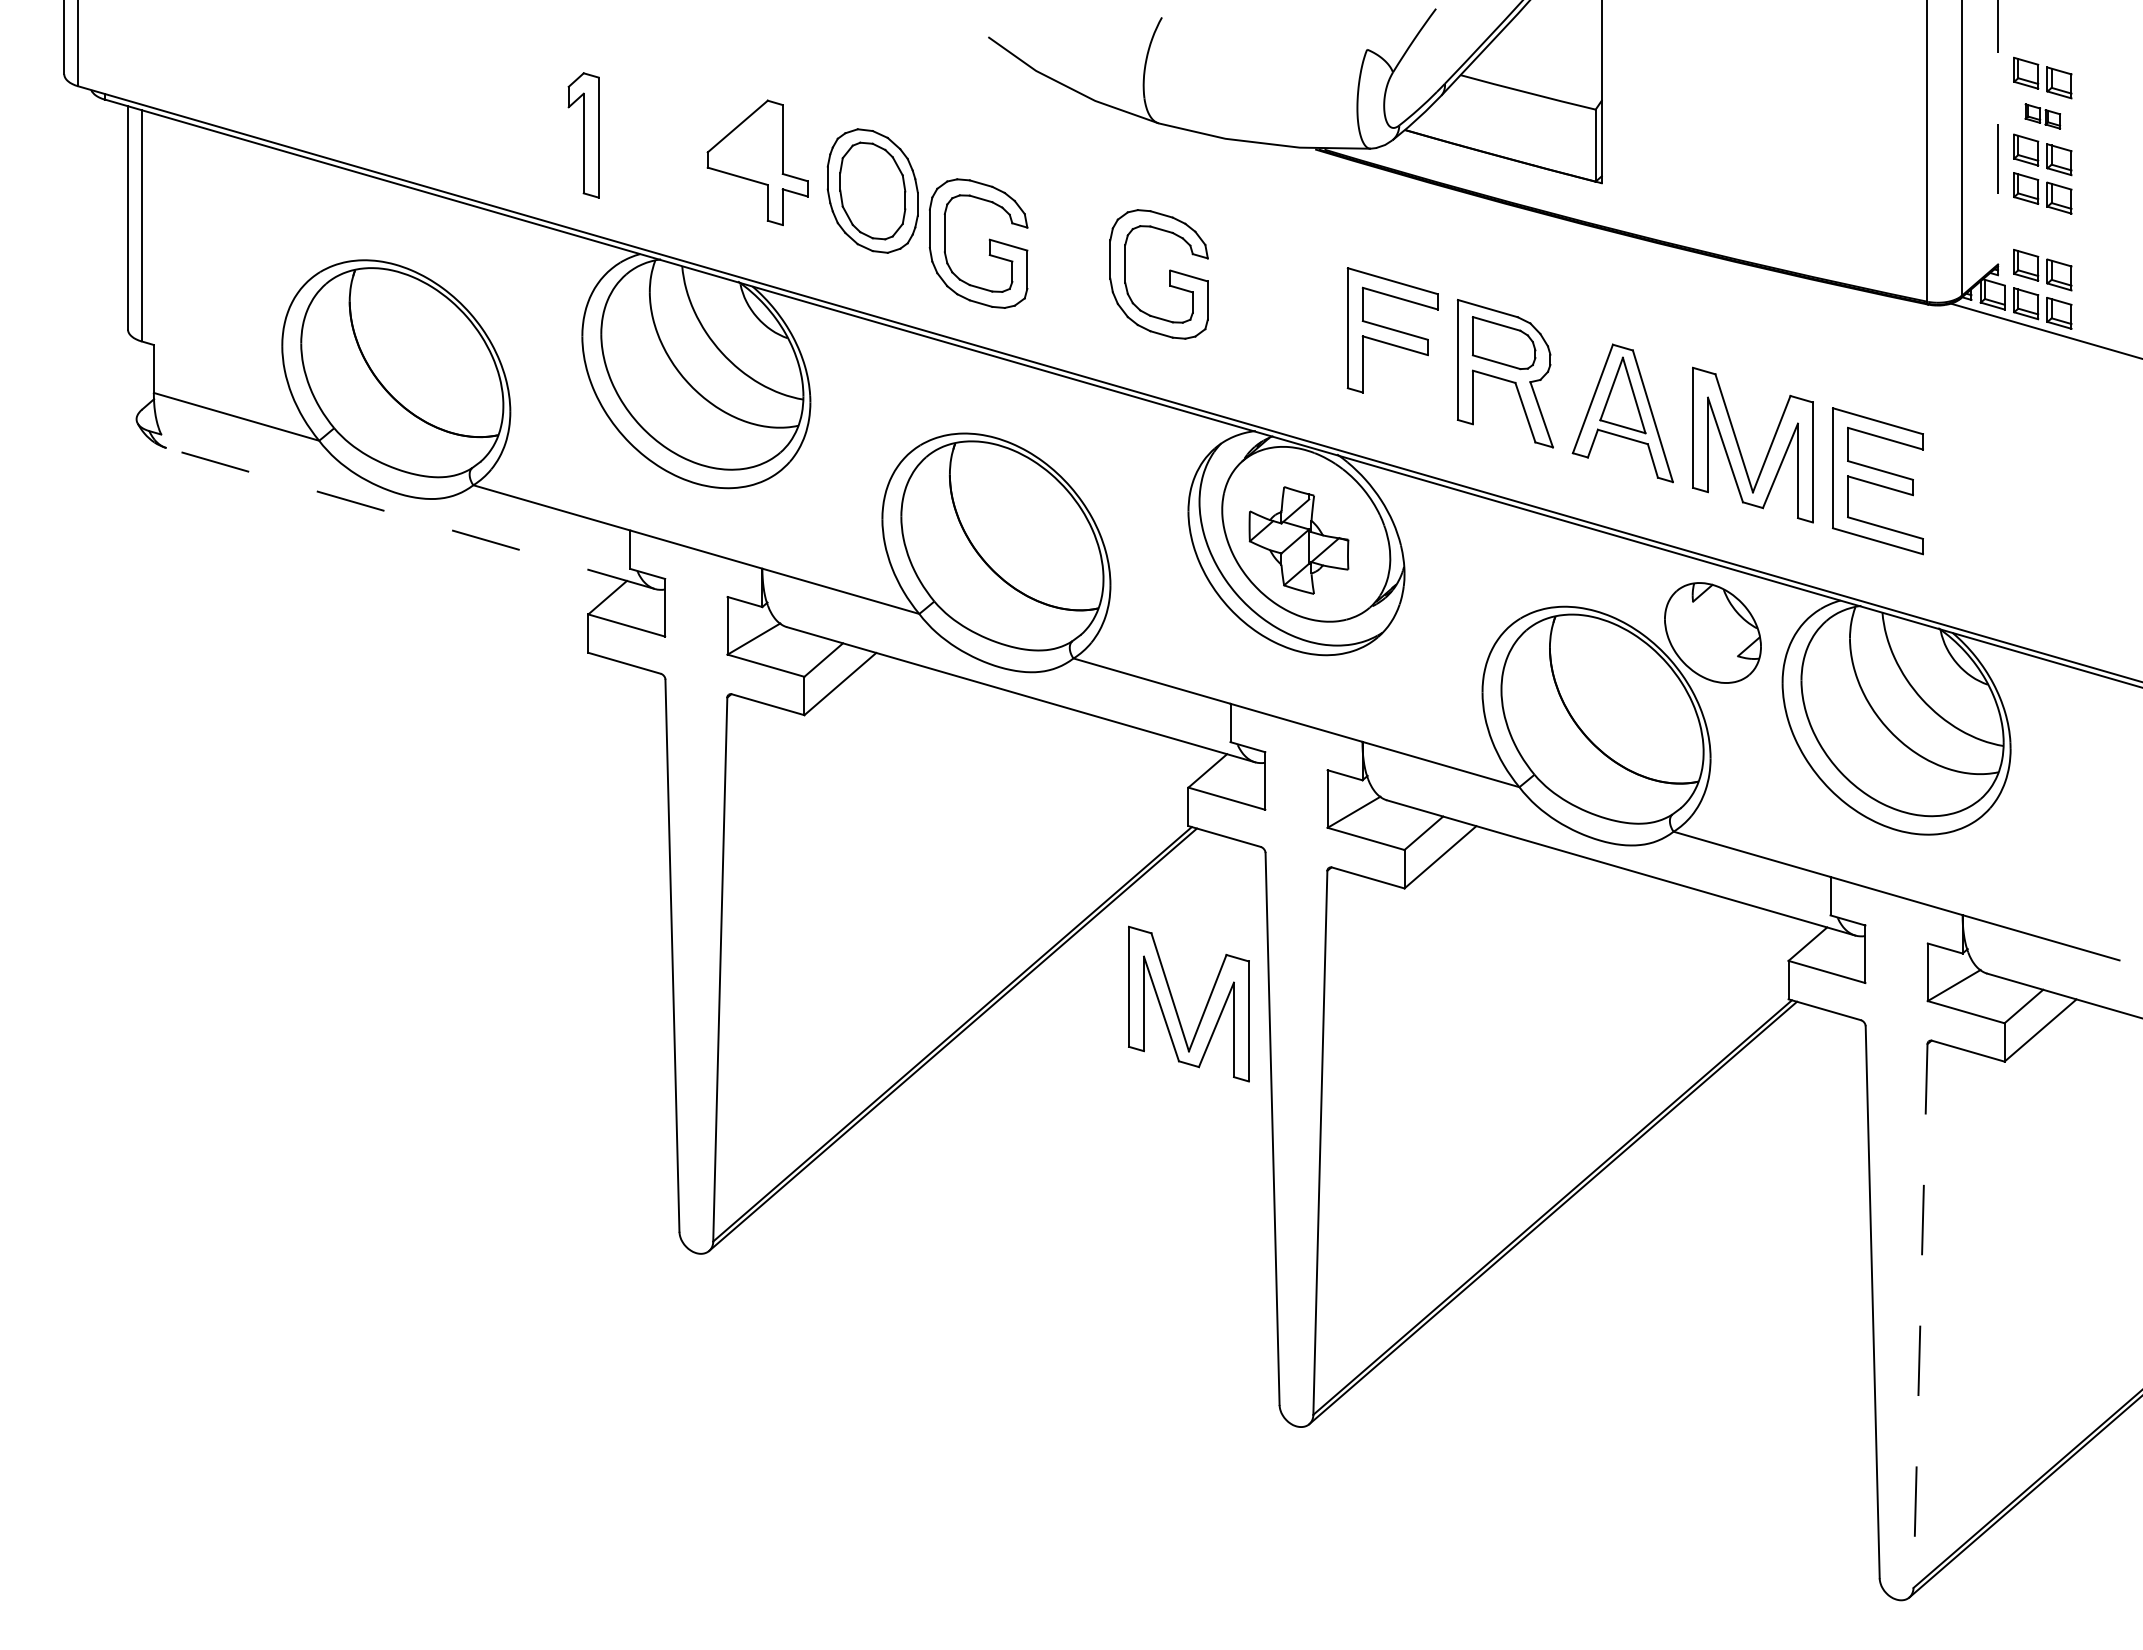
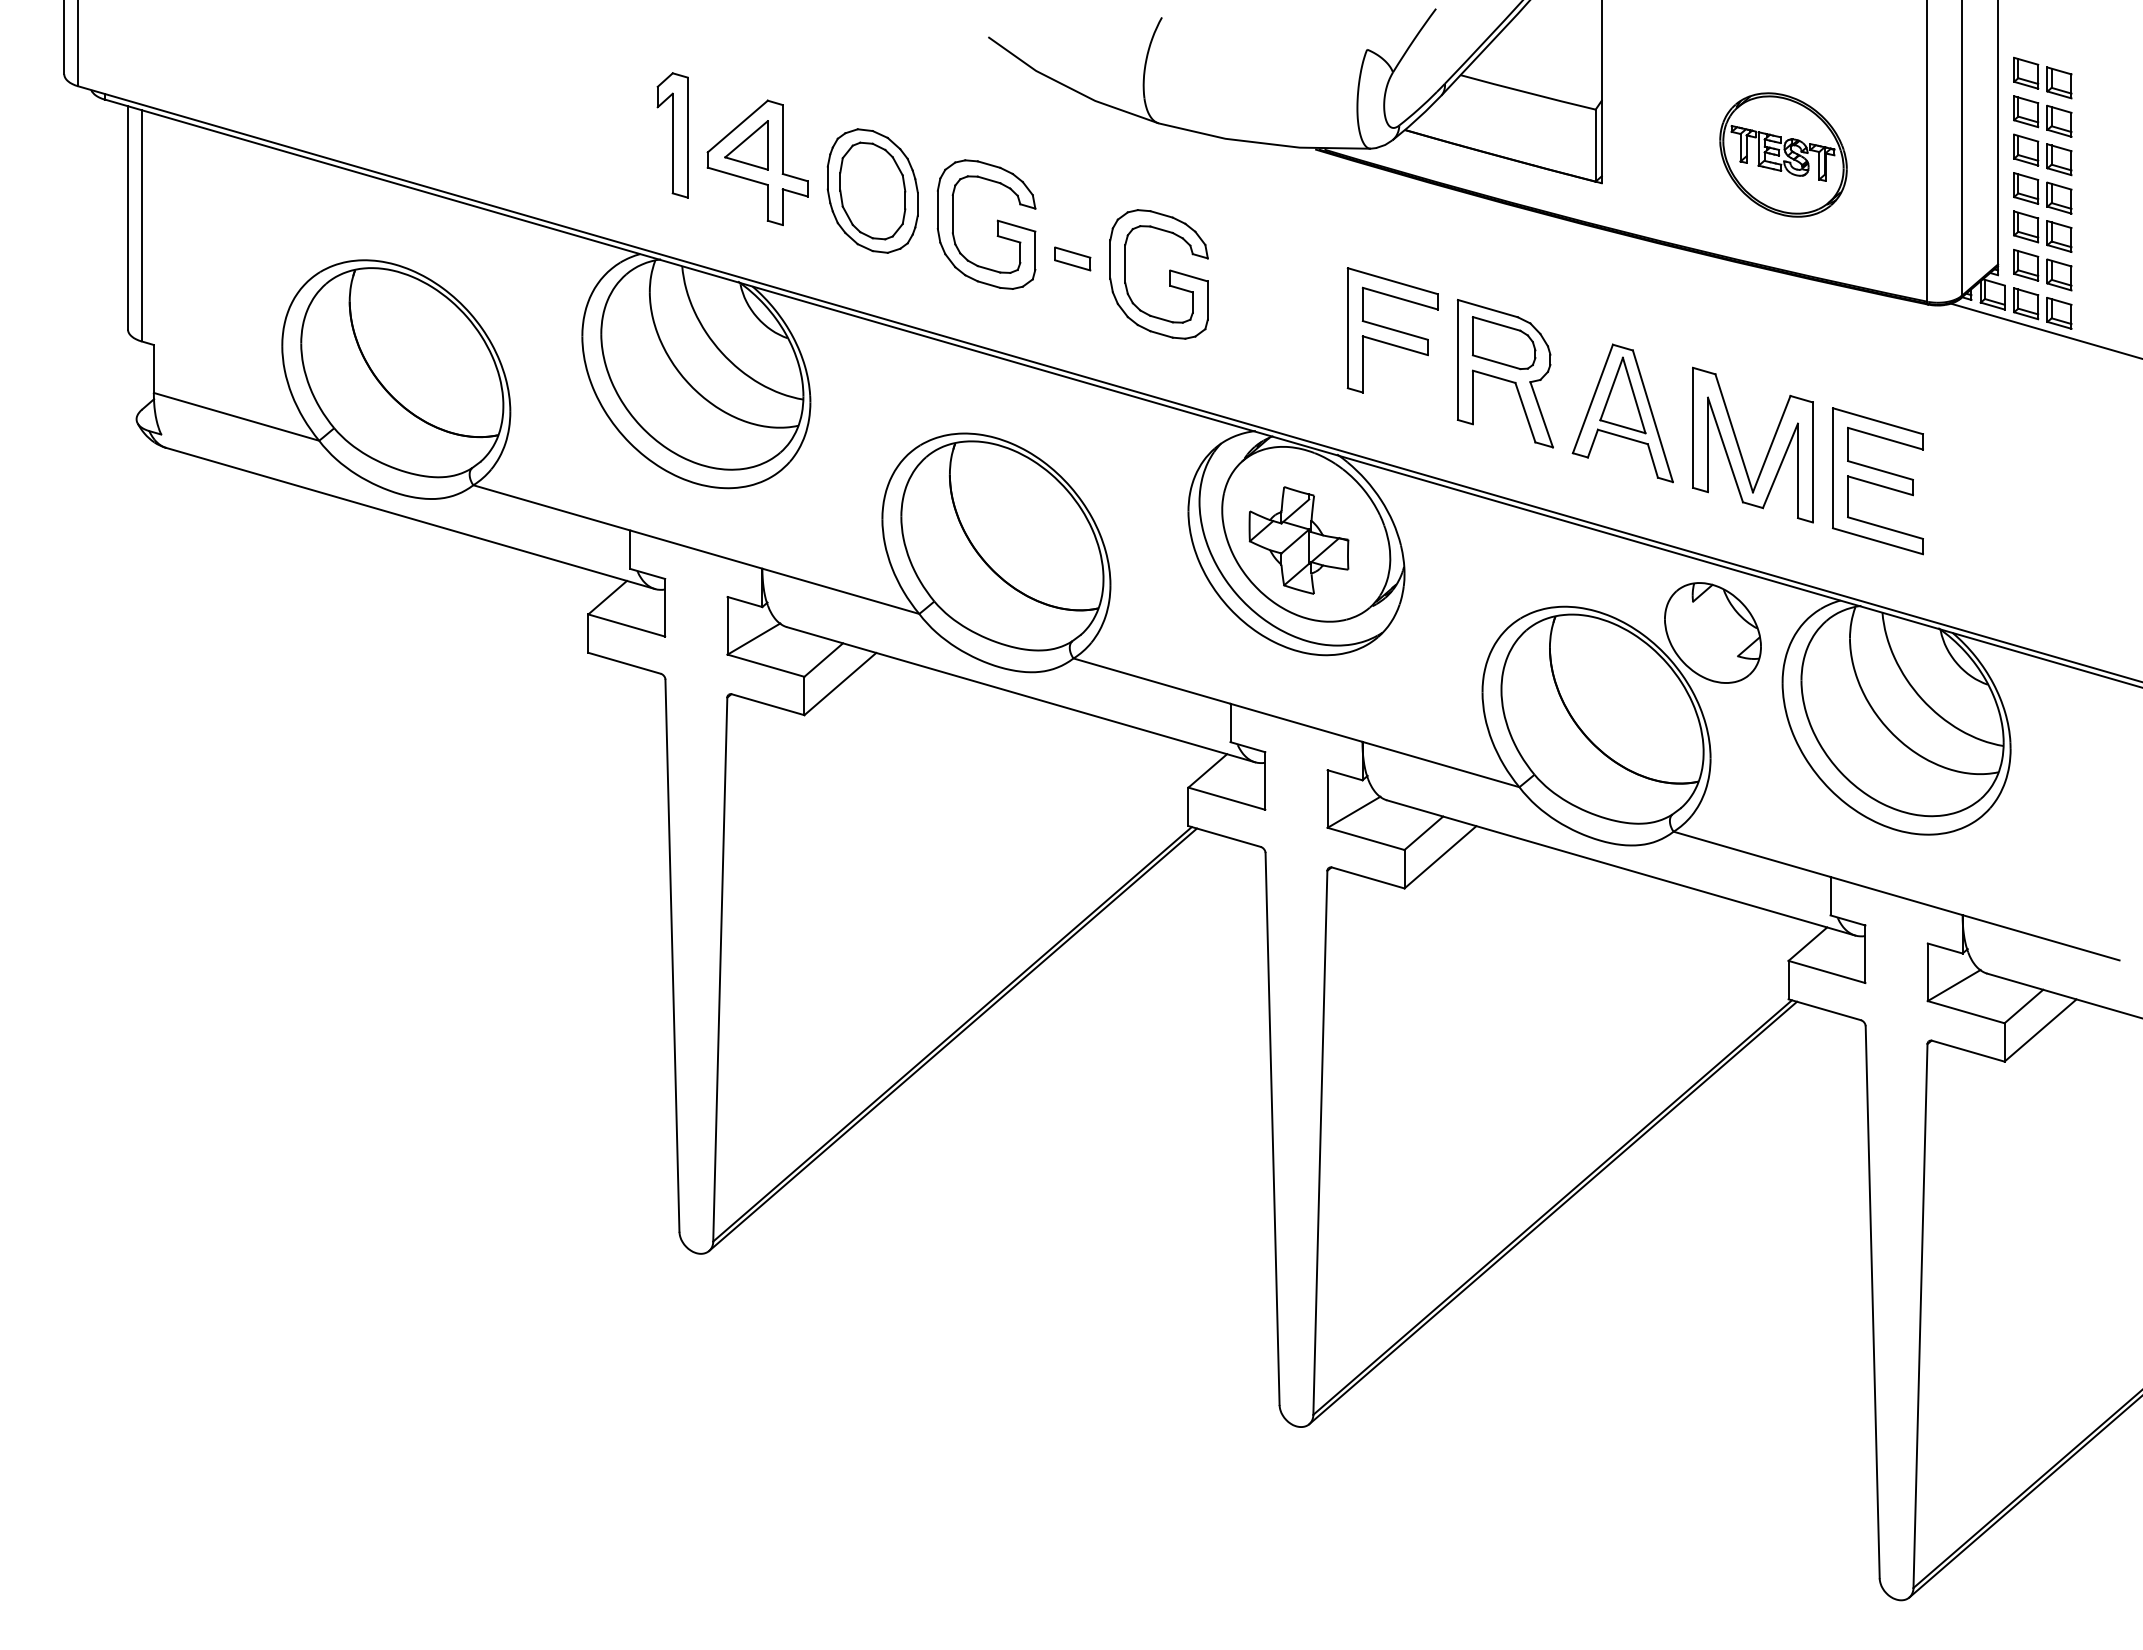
part at (2042, 116) size: 38x27 px -> 60x43 px
part at (583, 135) position: (583, 135) -> (672, 135)
line at (1998, 138): dashed -> solid
part at (746, 145): none -> present
part at (1783, 154): none -> present
part at (2042, 231): none -> present
part at (988, 240) position: (988, 240) -> (996, 221)
part at (1072, 258): none -> present
line at (410, 518): dashed -> solid
part at (1176, 1008): present -> none
line at (1920, 1316): dashed -> solid
